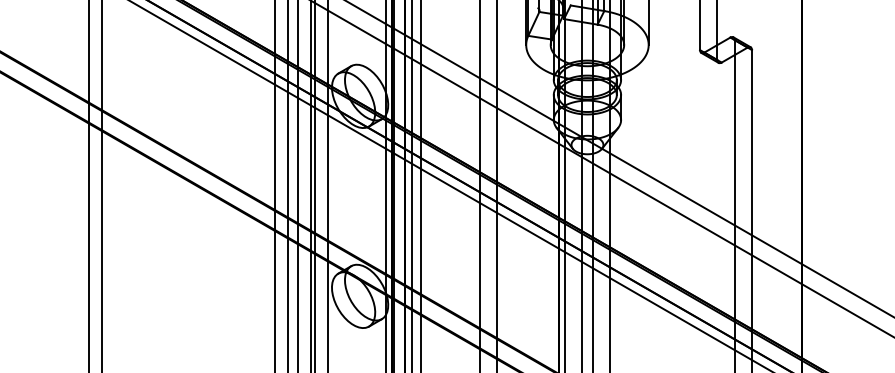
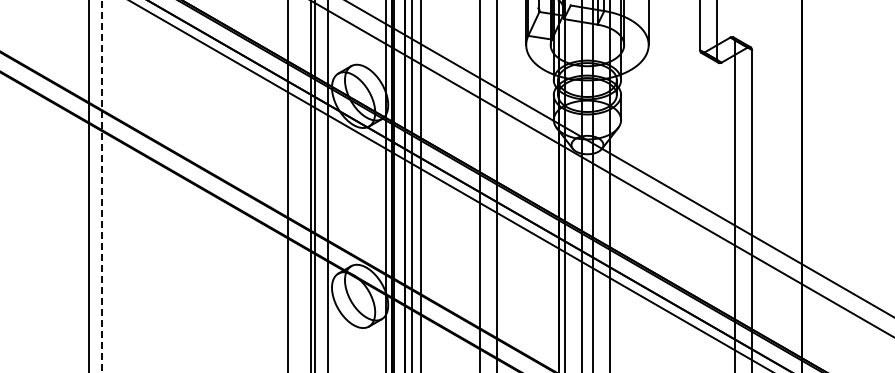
line at (274, 185): present -> none
line at (298, 185): present -> none
line at (102, 186): solid -> dashed
